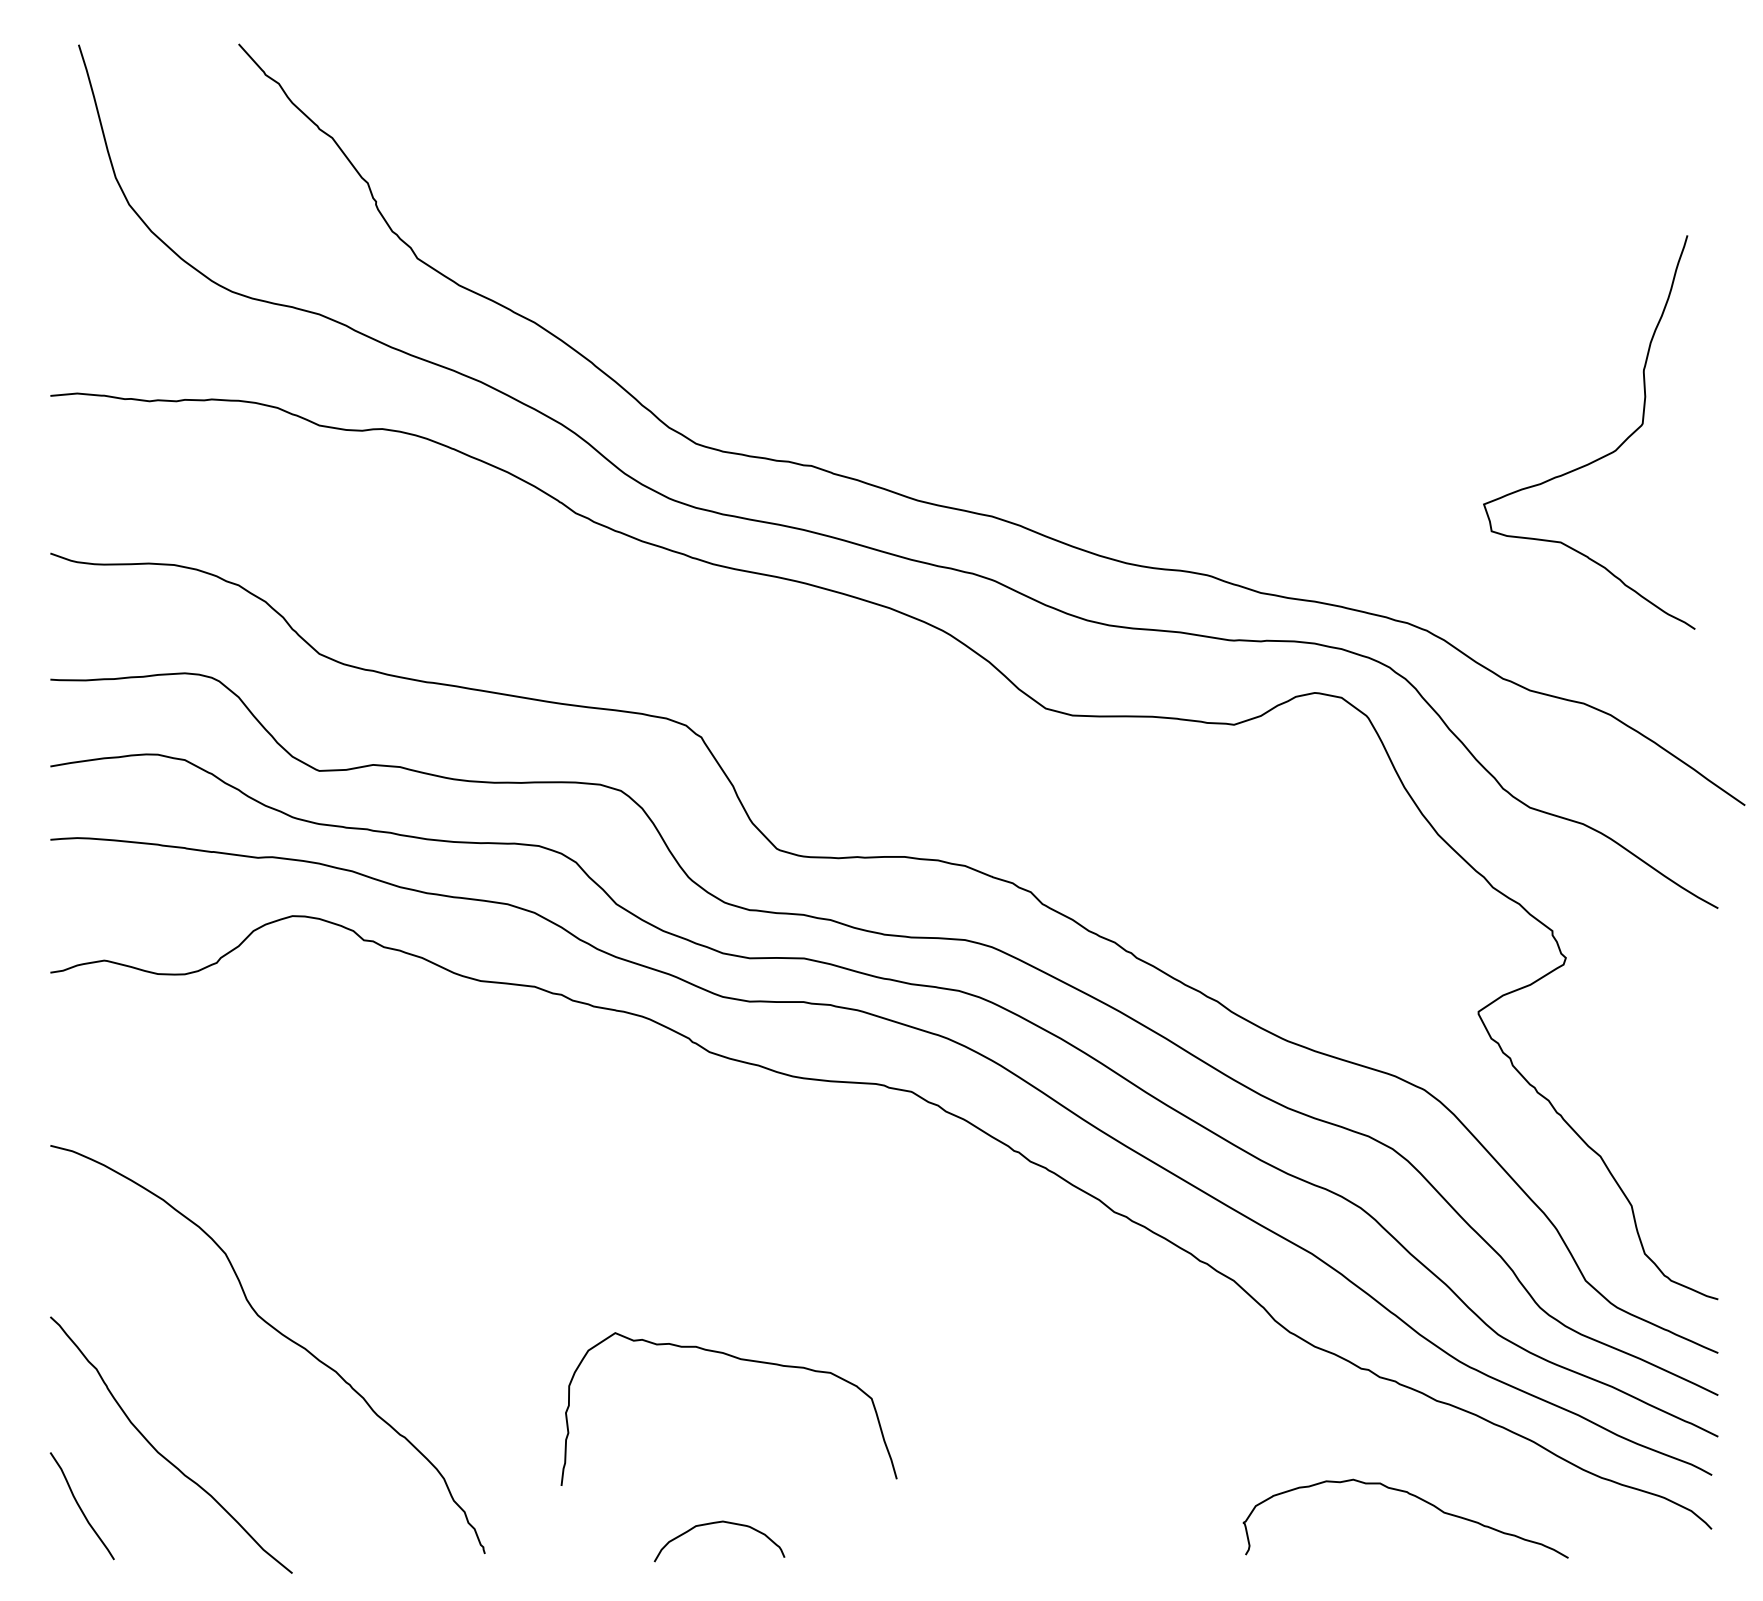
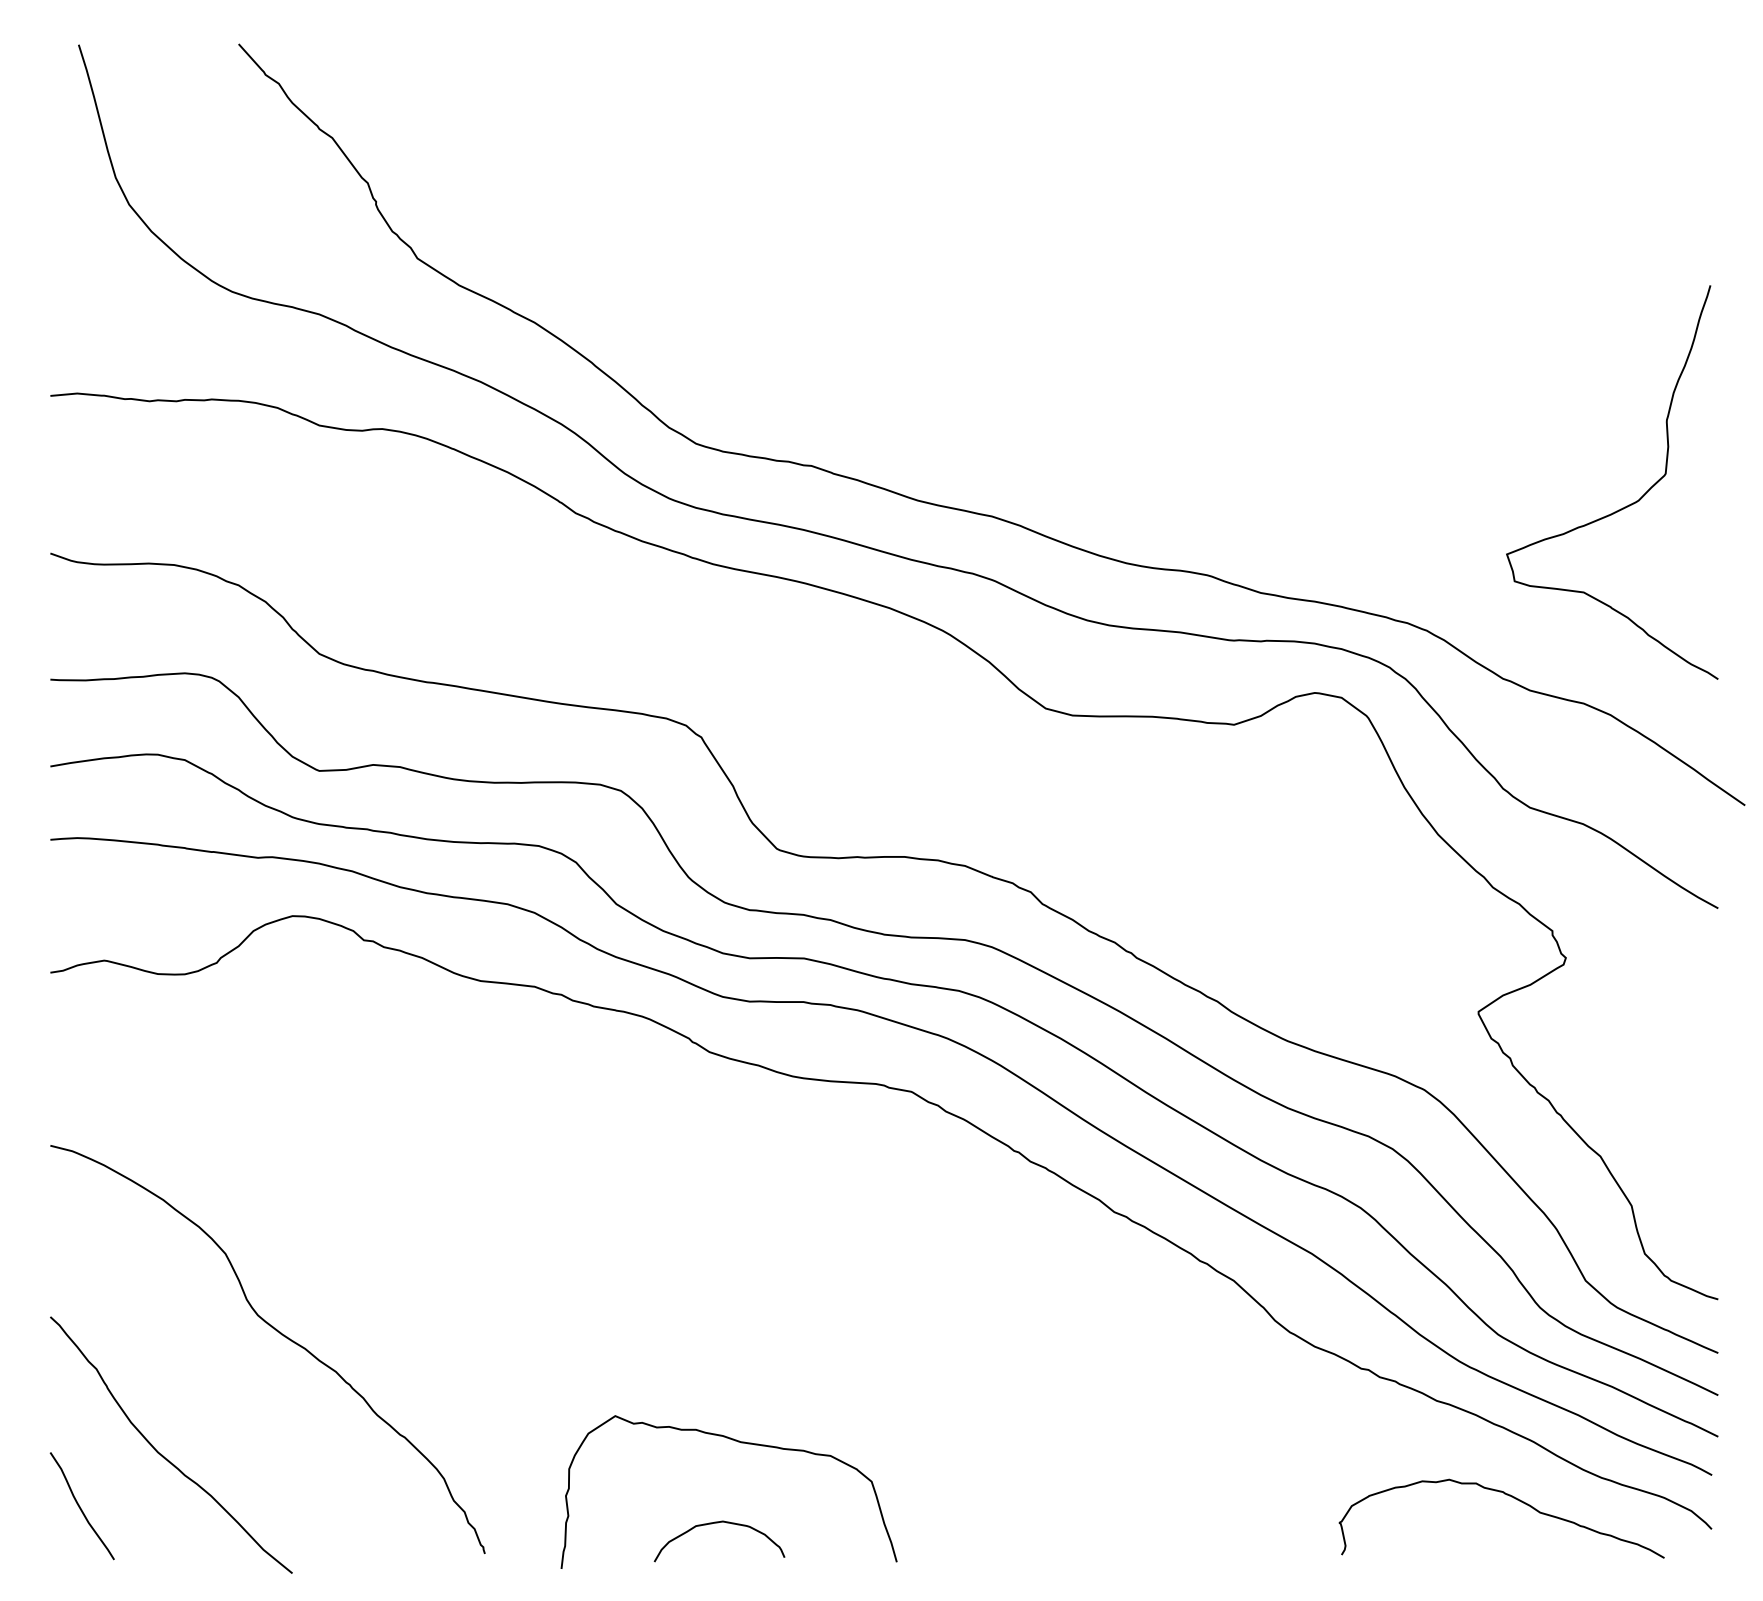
curve at (1601, 456) position: (1601, 456) -> (1624, 506)
curve at (741, 1360) position: (741, 1360) -> (741, 1443)
curve at (1415, 1497) position: (1415, 1497) -> (1511, 1497)
